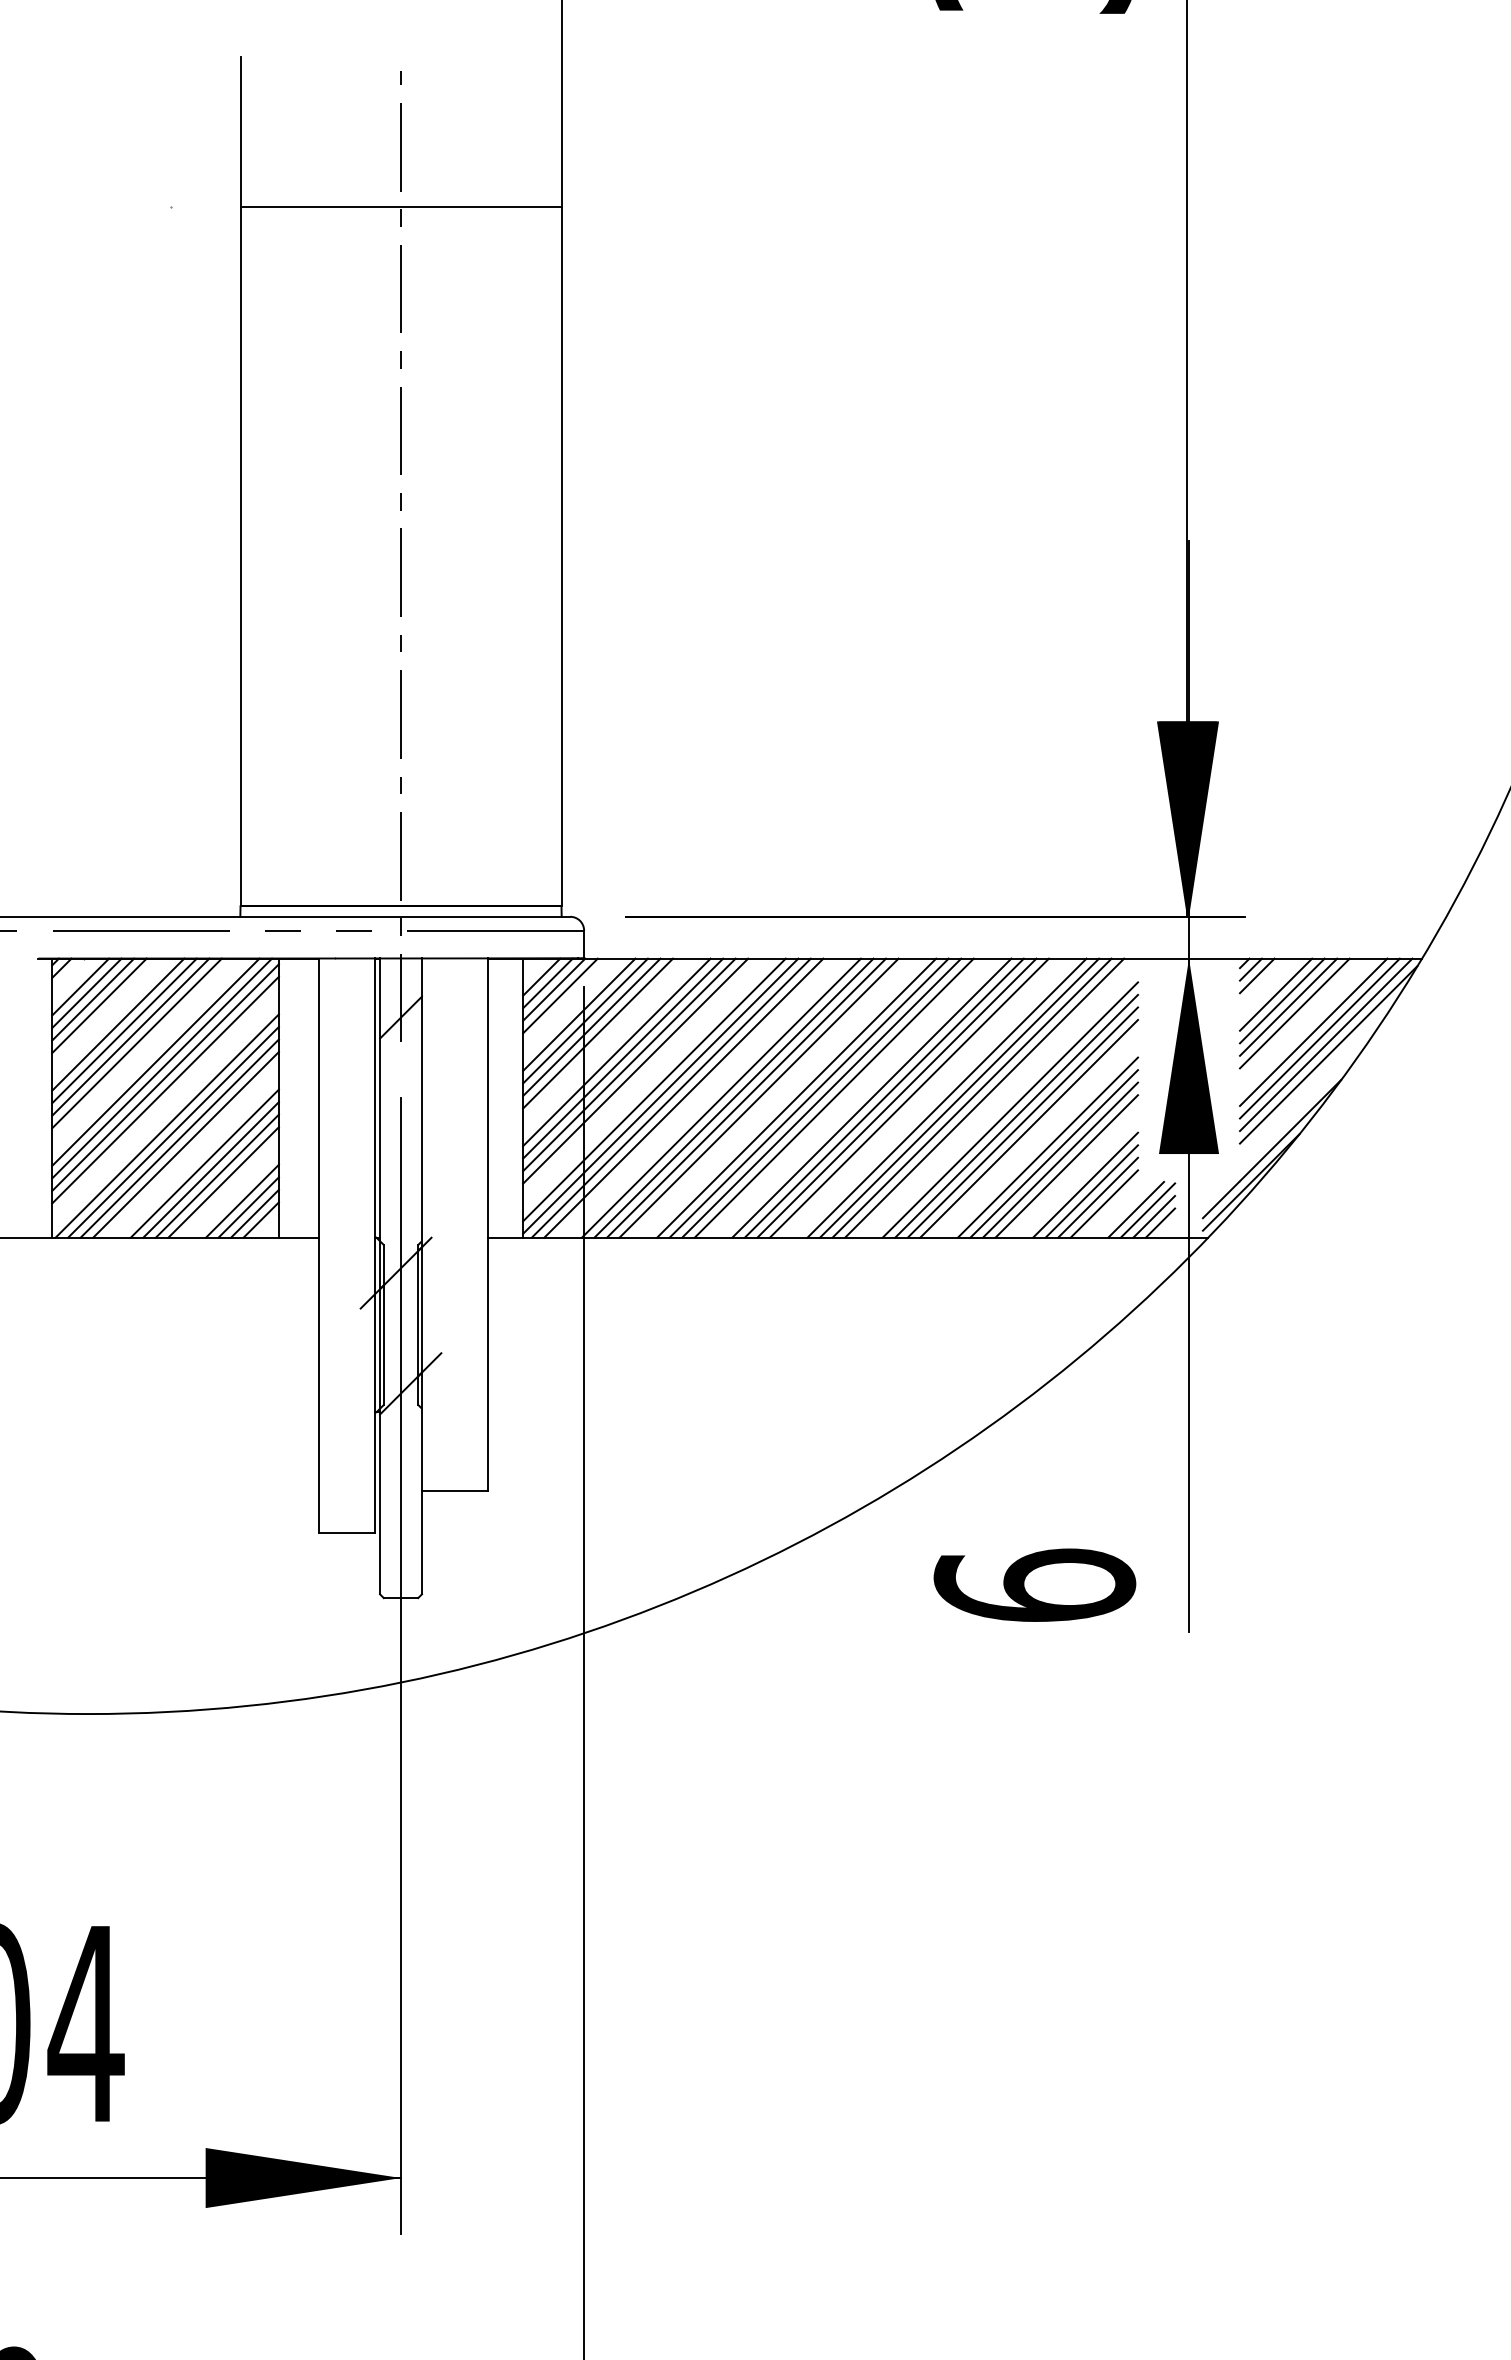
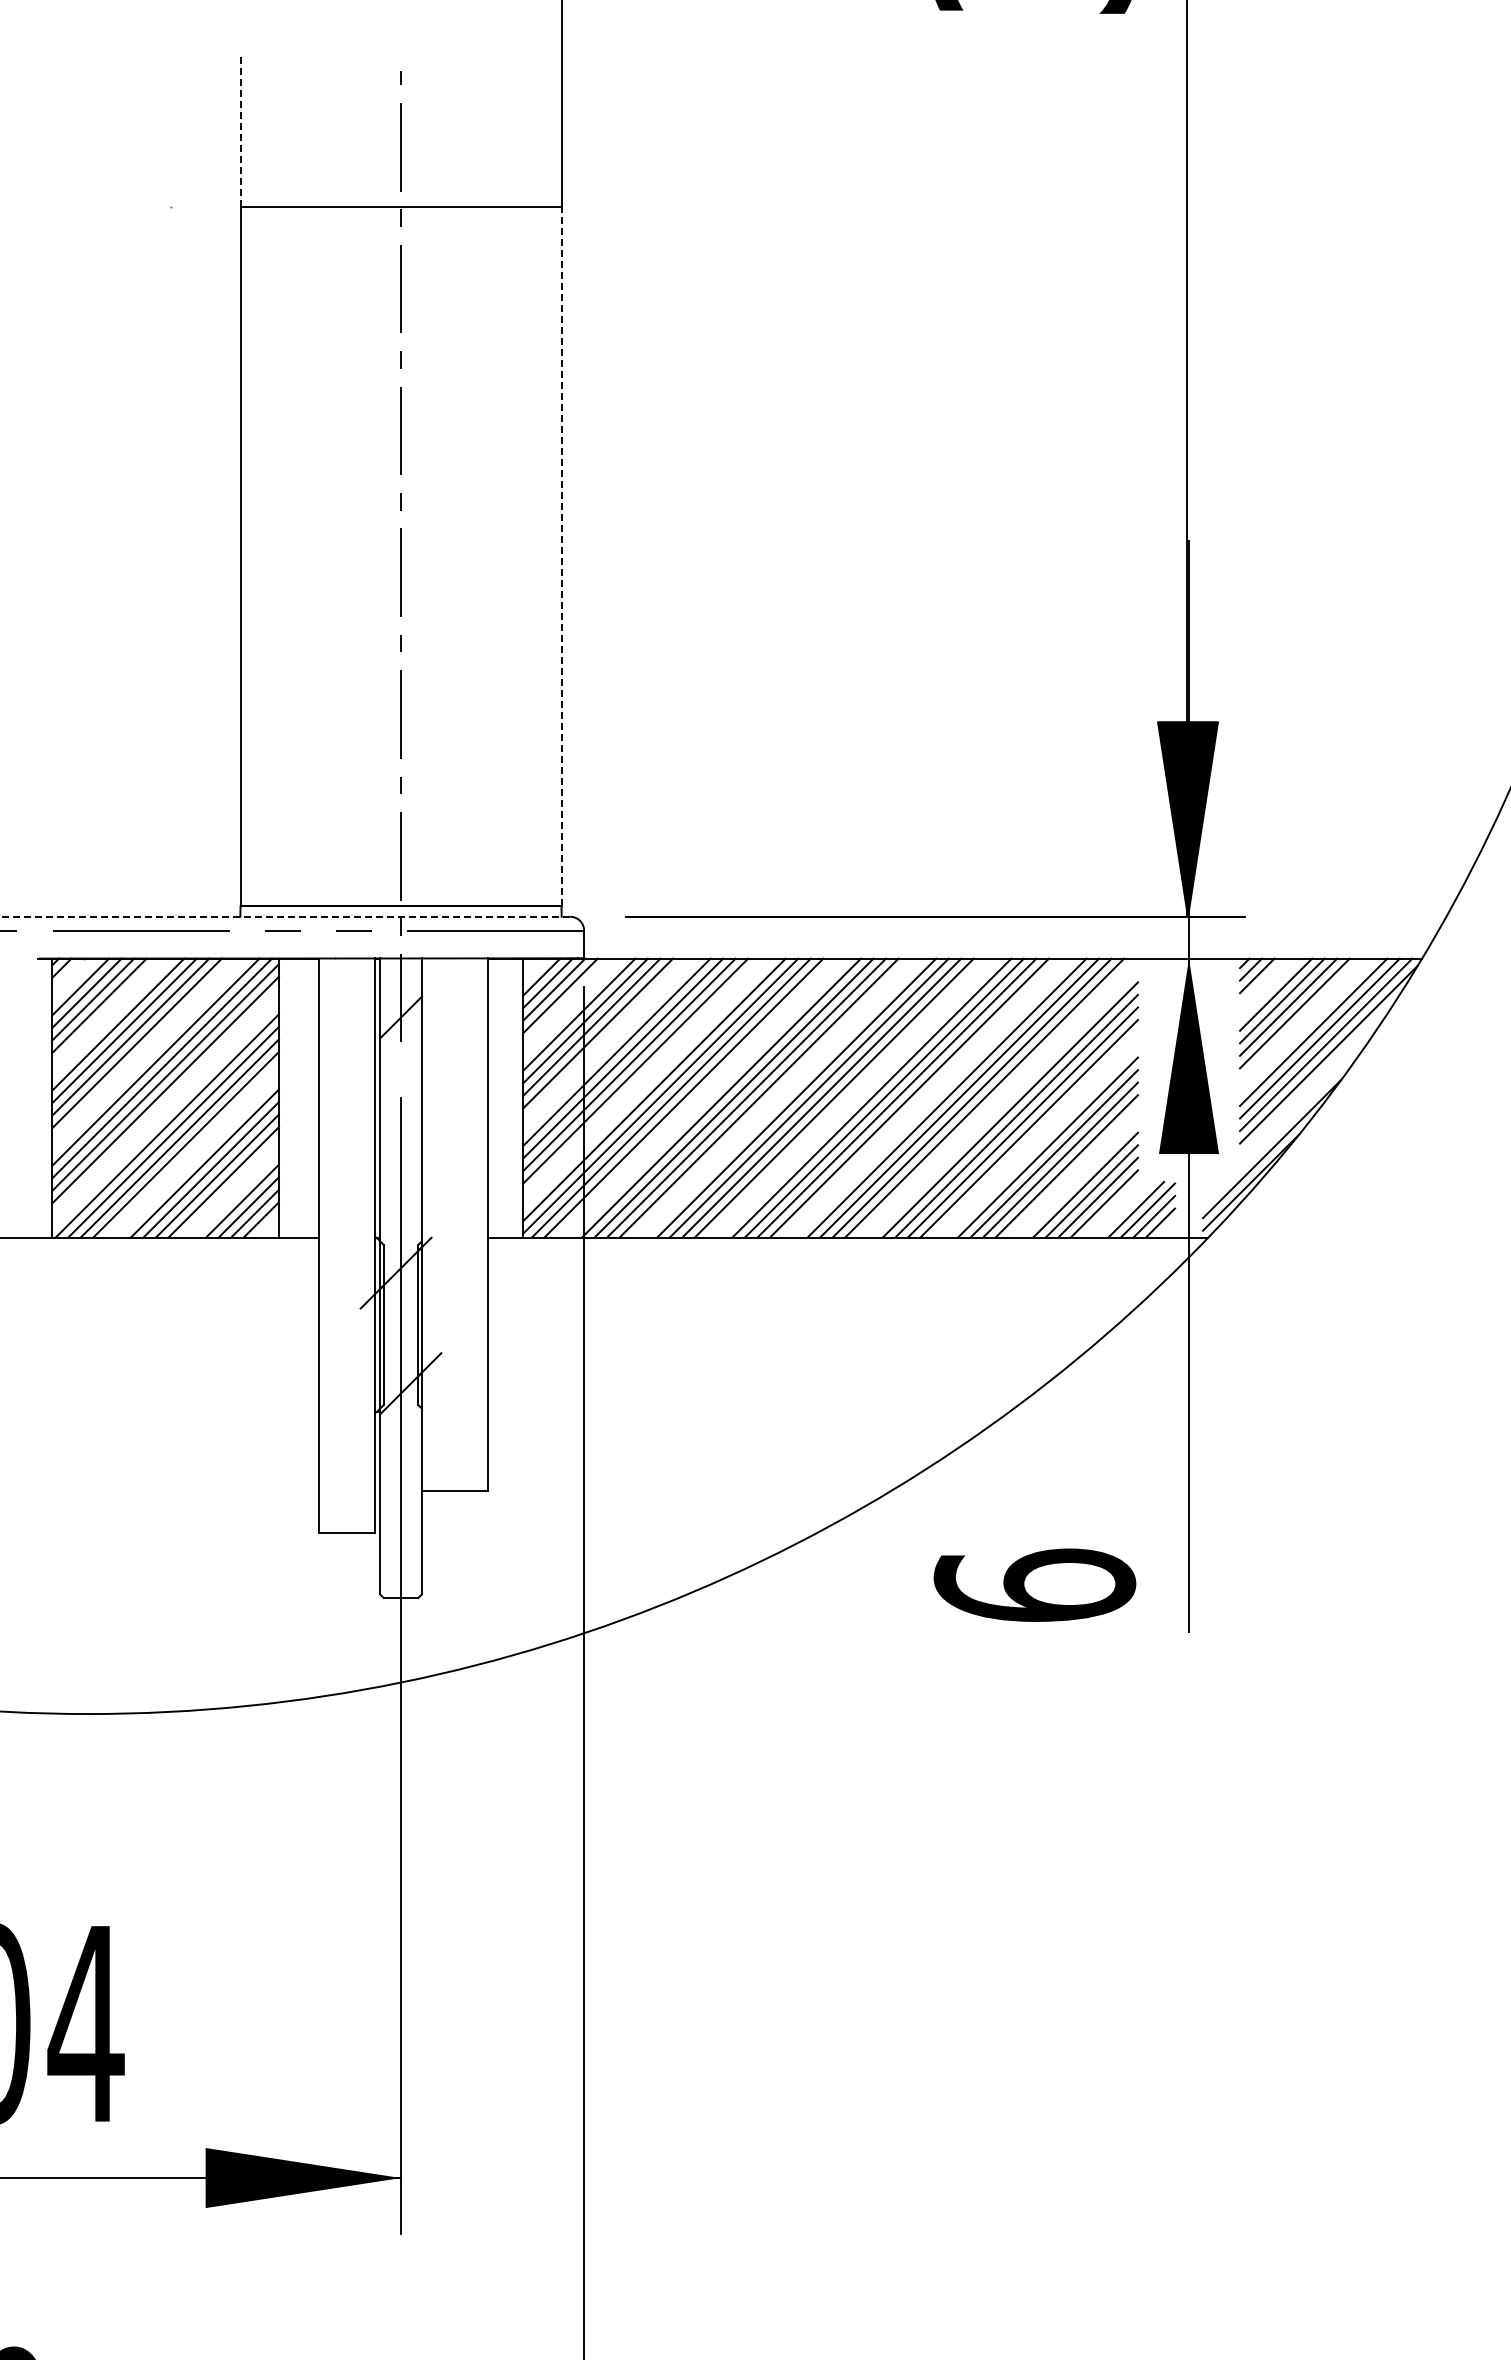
line at (240, 131): solid -> dashed
line at (561, 556): solid -> dashed
line at (285, 916): solid -> dashed
